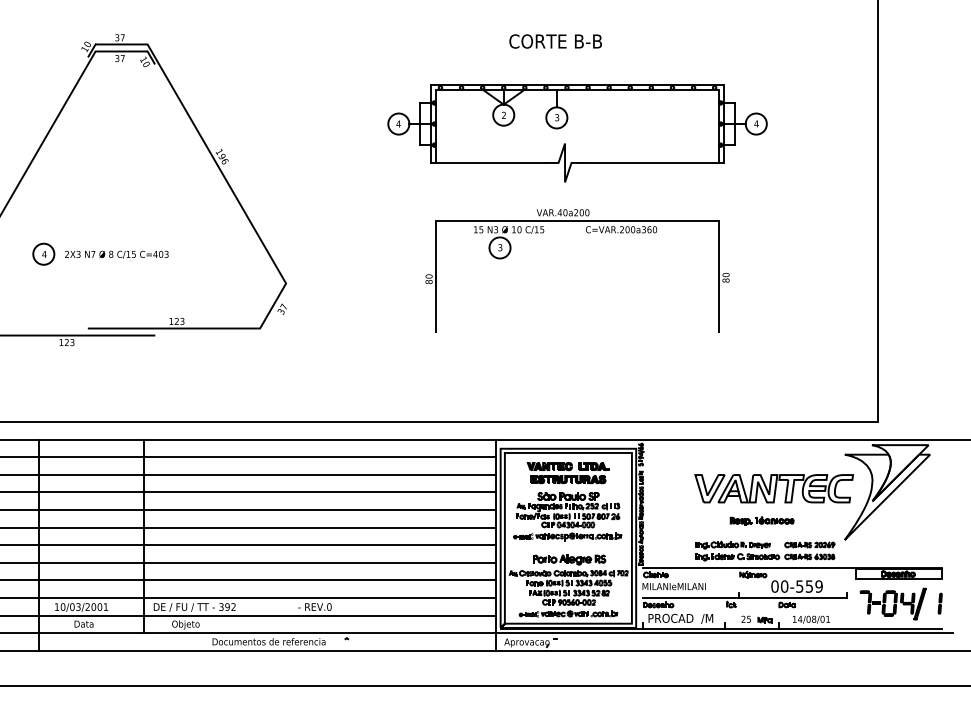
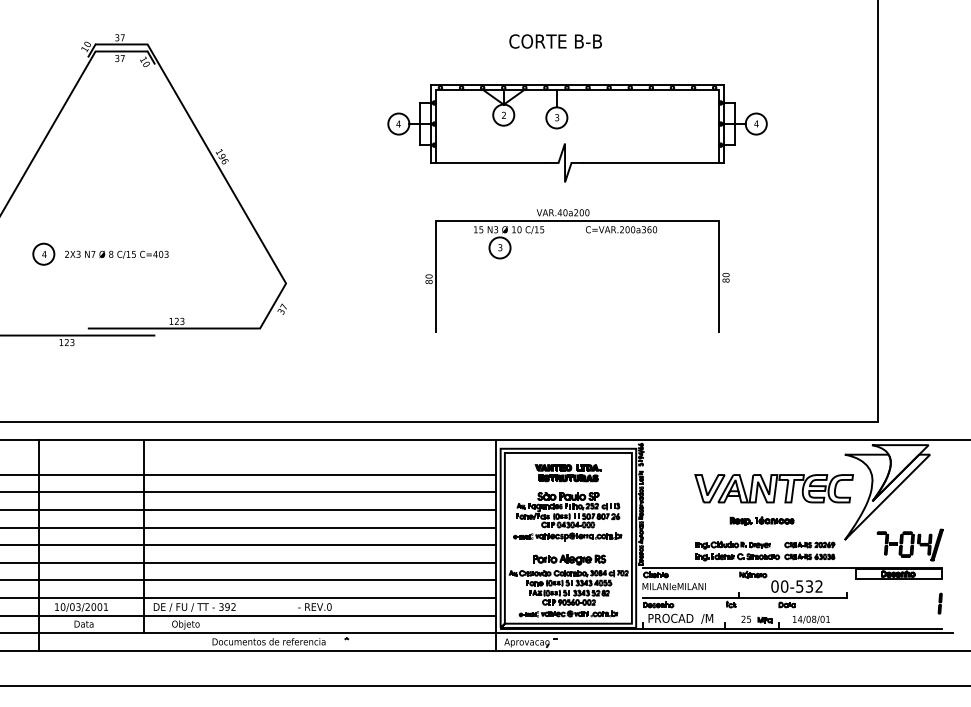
line at (249, 457): present -> none
part at (567, 473) size: 84x23 px -> 68x19 px
text at (814, 586): 00-559 -> 00-532
part at (892, 603) position: (892, 603) -> (909, 544)
